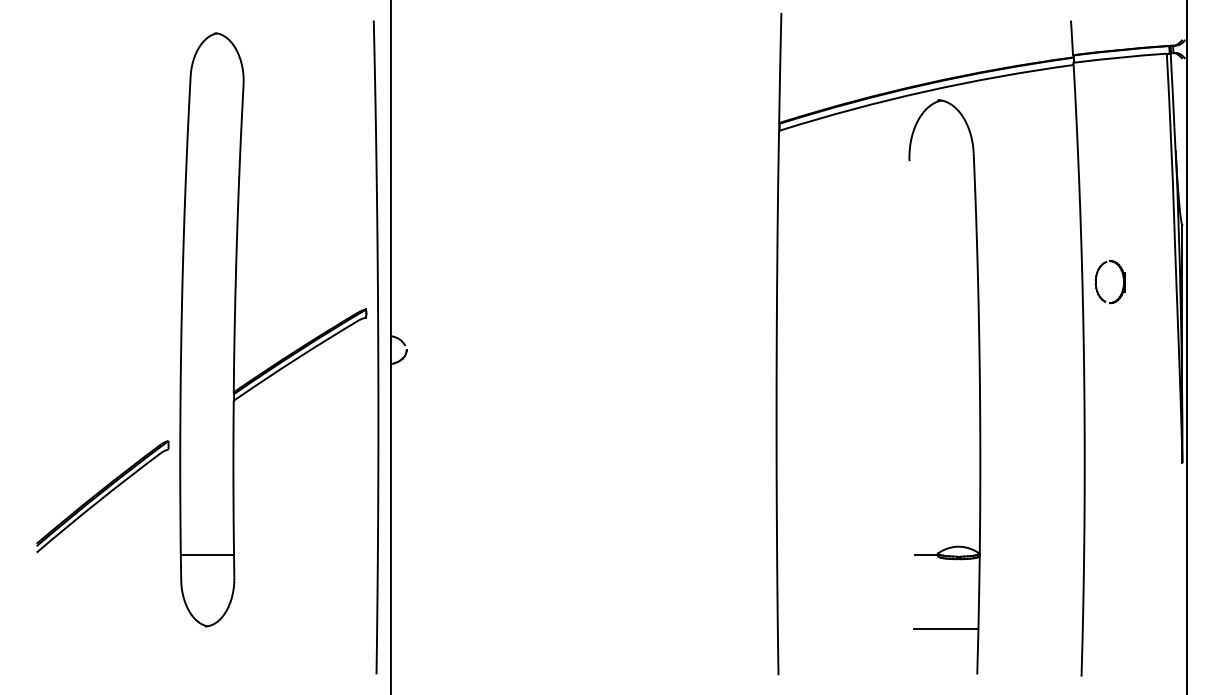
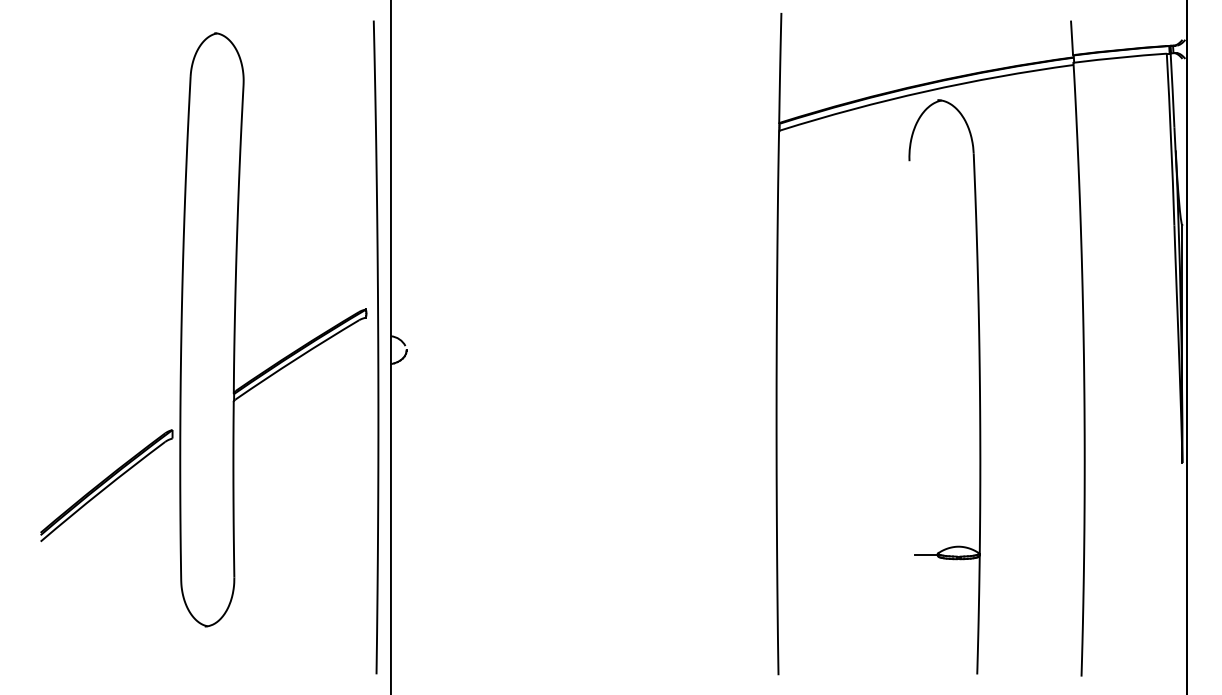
part at (1096, 282): present -> none
part at (102, 496) position: (102, 496) -> (106, 485)
line at (207, 555): present -> none
line at (945, 629): present -> none
